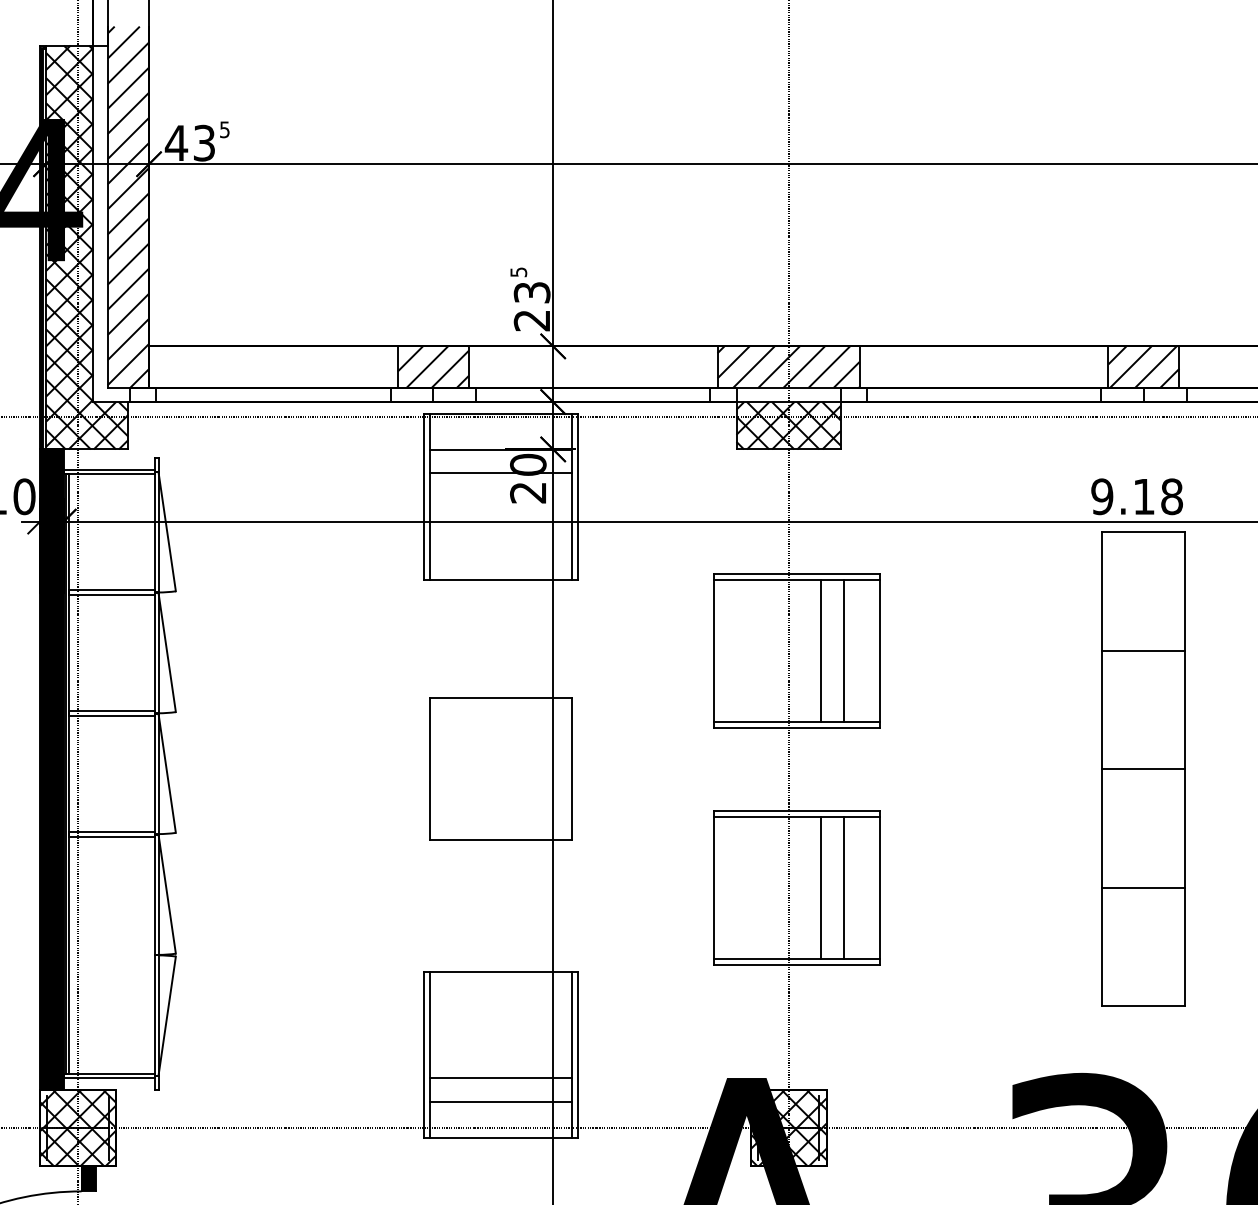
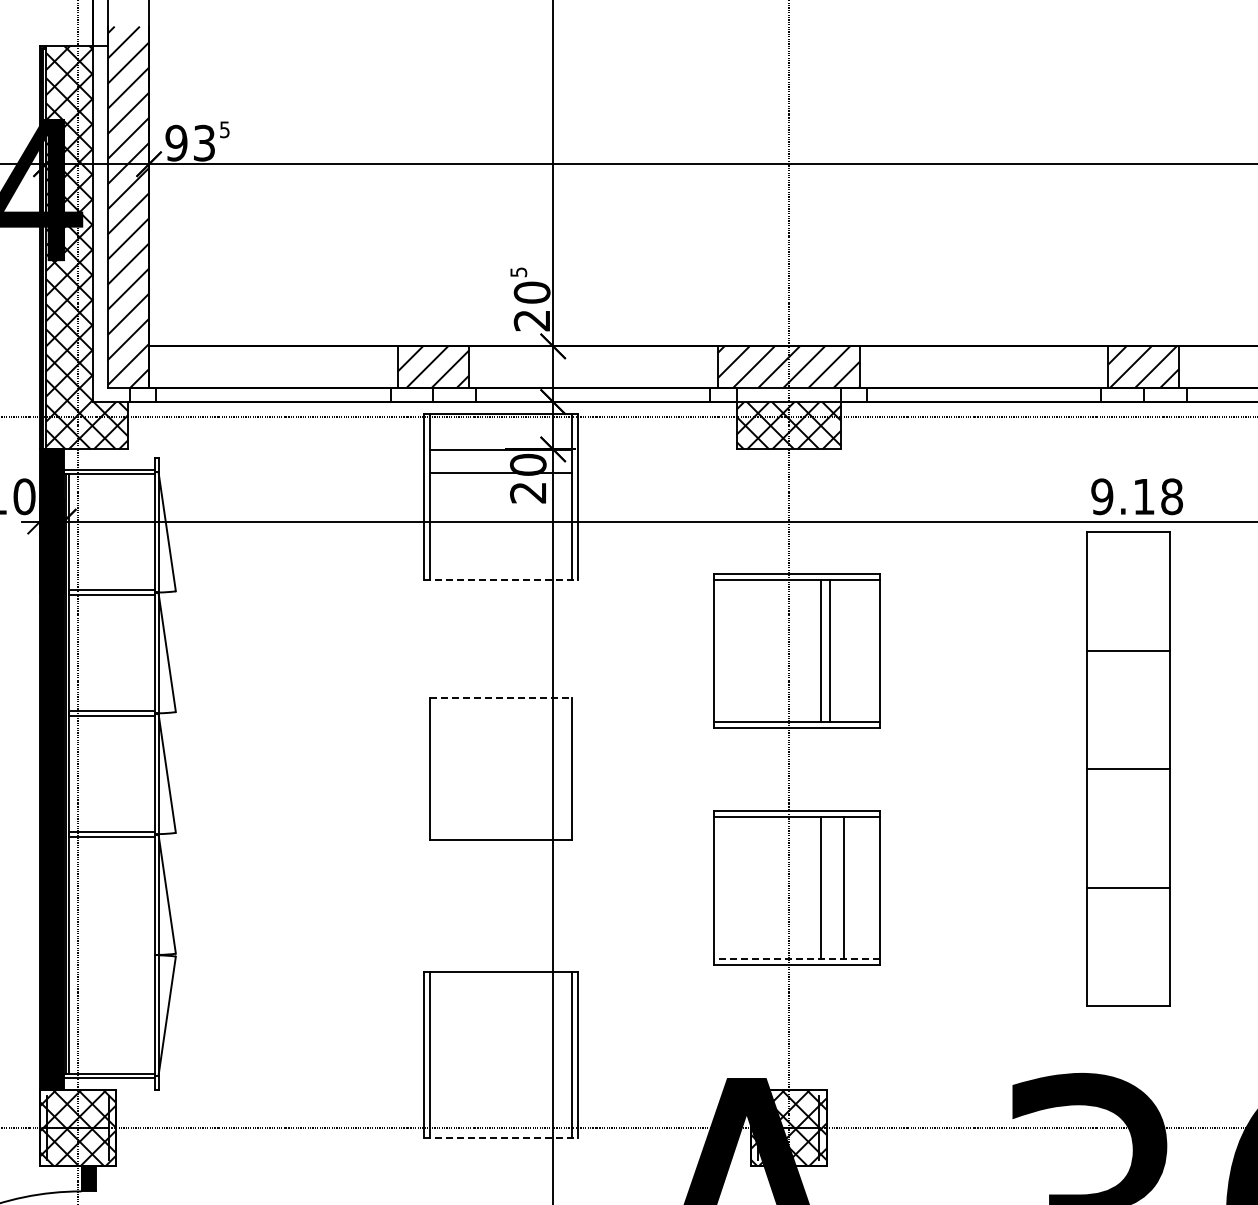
text at (176, 142): 43 -> 93
text at (531, 292): 23 -> 20
line at (500, 579): solid -> dashed
line at (844, 650) position: (844, 650) -> (830, 650)
line at (501, 698): solid -> dashed
part at (1143, 768) position: (1143, 768) -> (1128, 768)
line at (796, 958): solid -> dashed
line at (500, 1078): present -> none
line at (500, 1101): present -> none
line at (500, 1137): solid -> dashed
